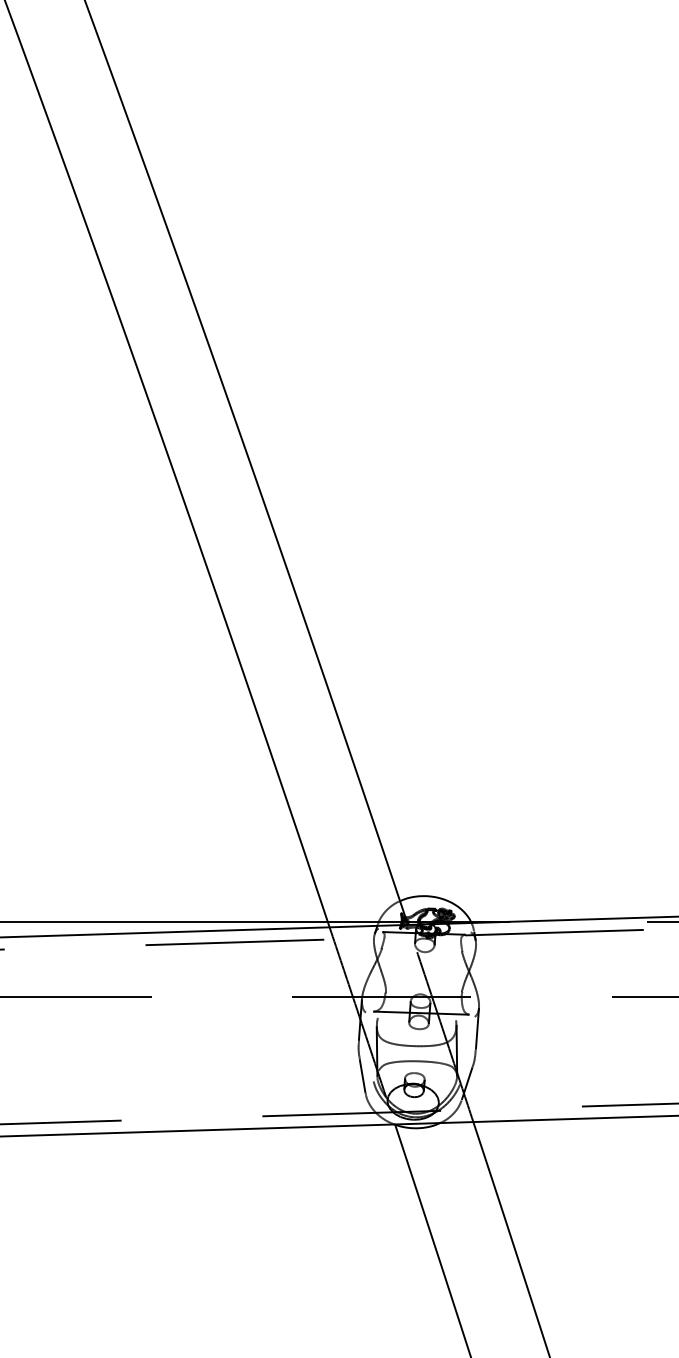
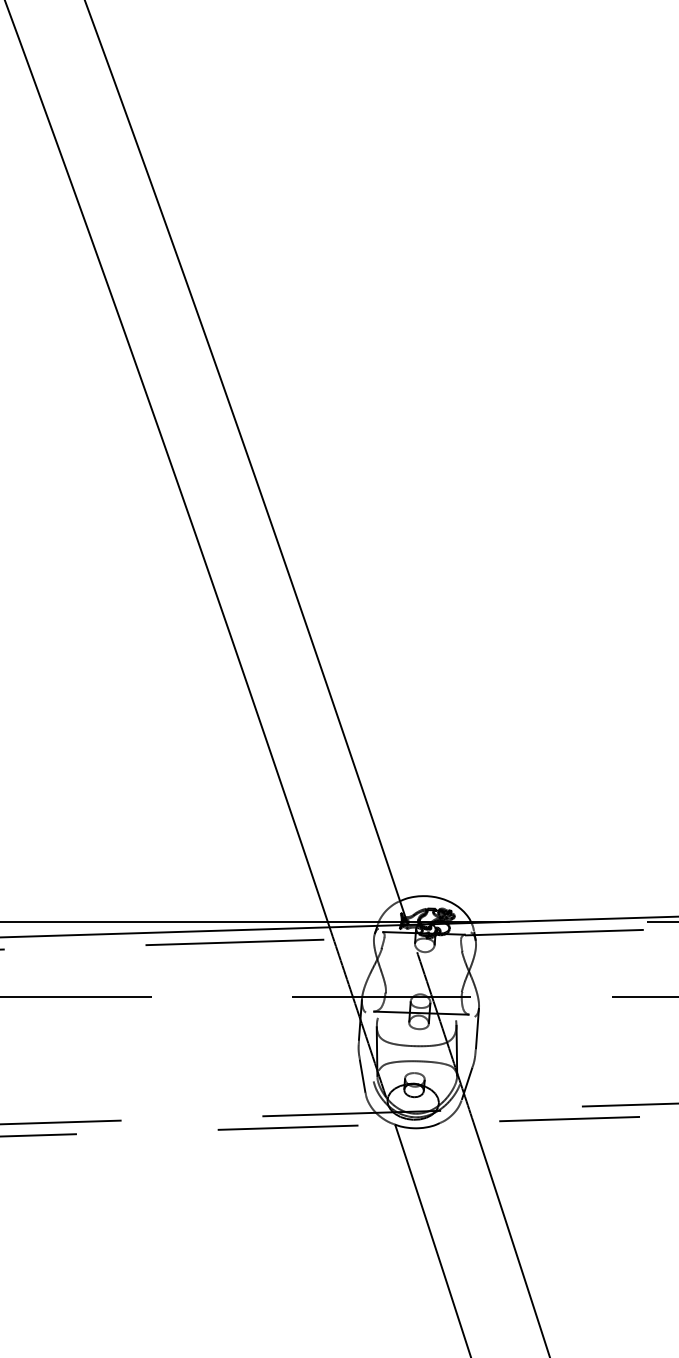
line at (339, 1126): solid -> dashed
